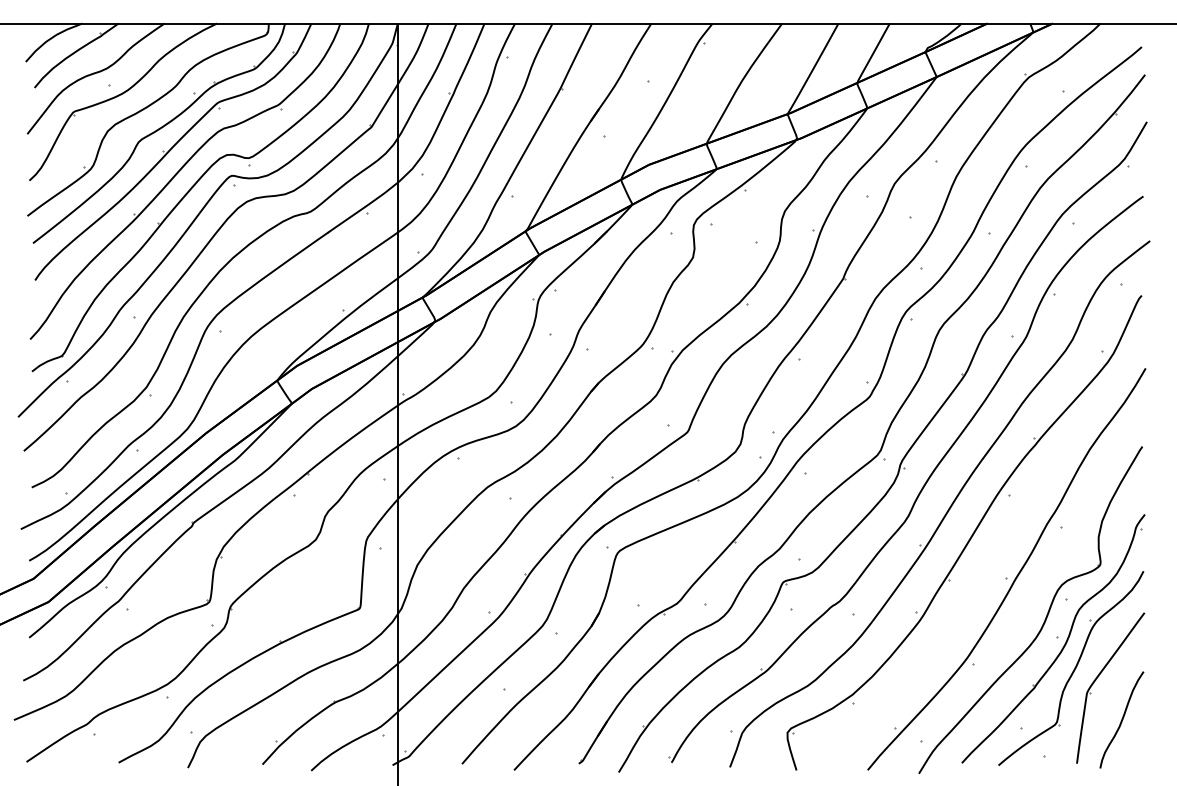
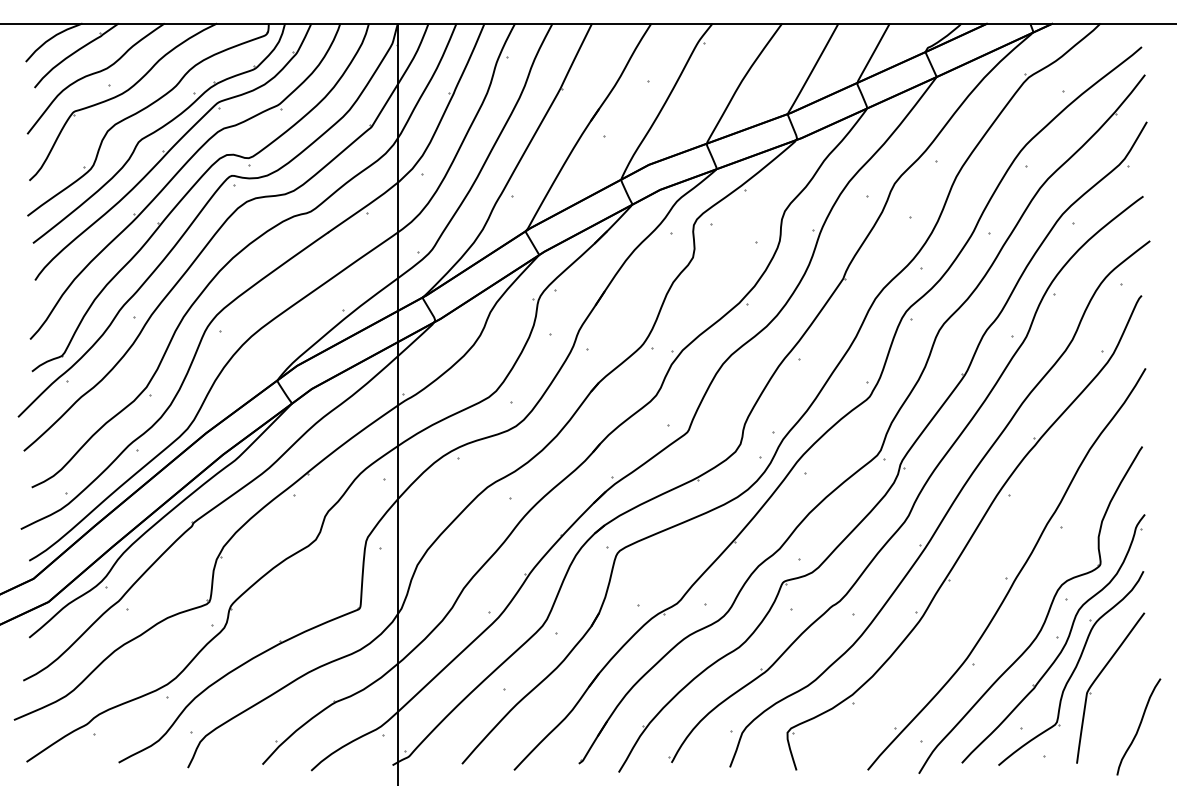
curve at (1121, 719) position: (1121, 719) -> (1138, 726)
